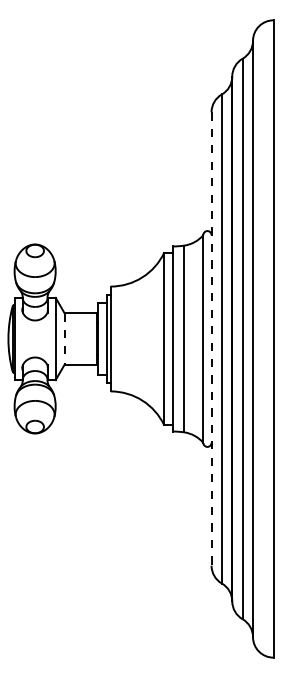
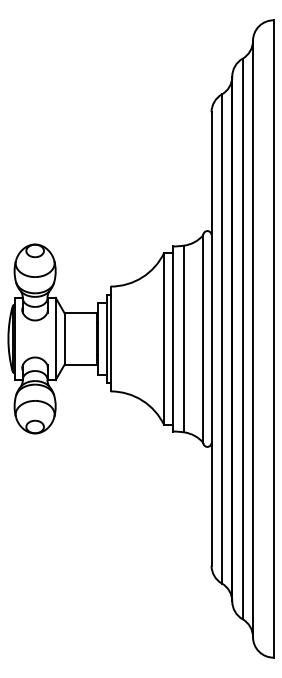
line at (64, 338): dashed -> solid
line at (211, 338): dashed -> solid
